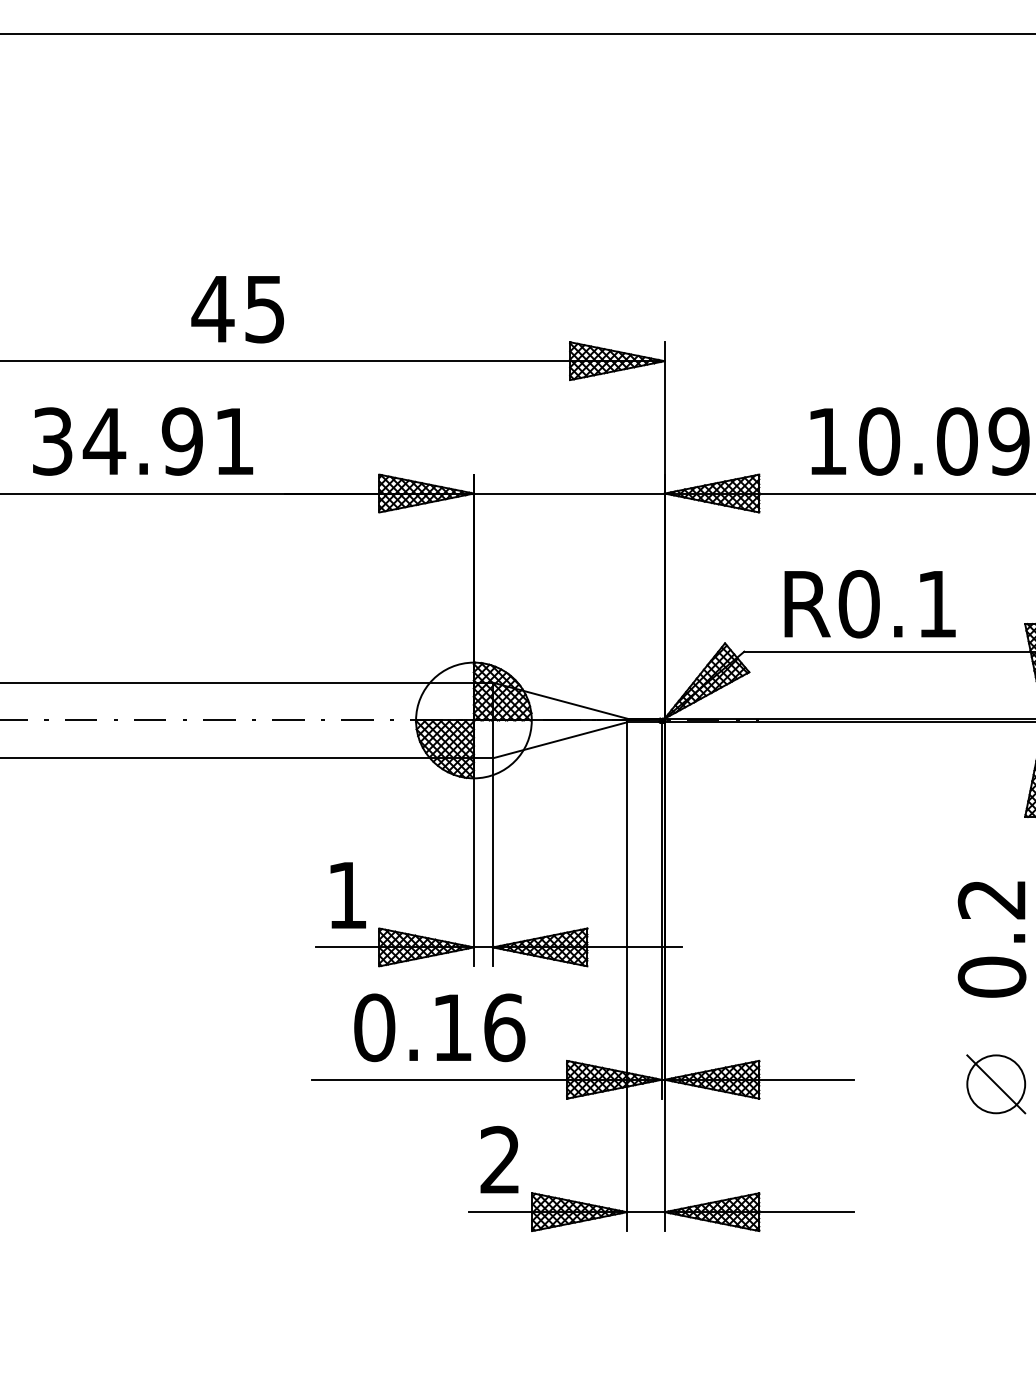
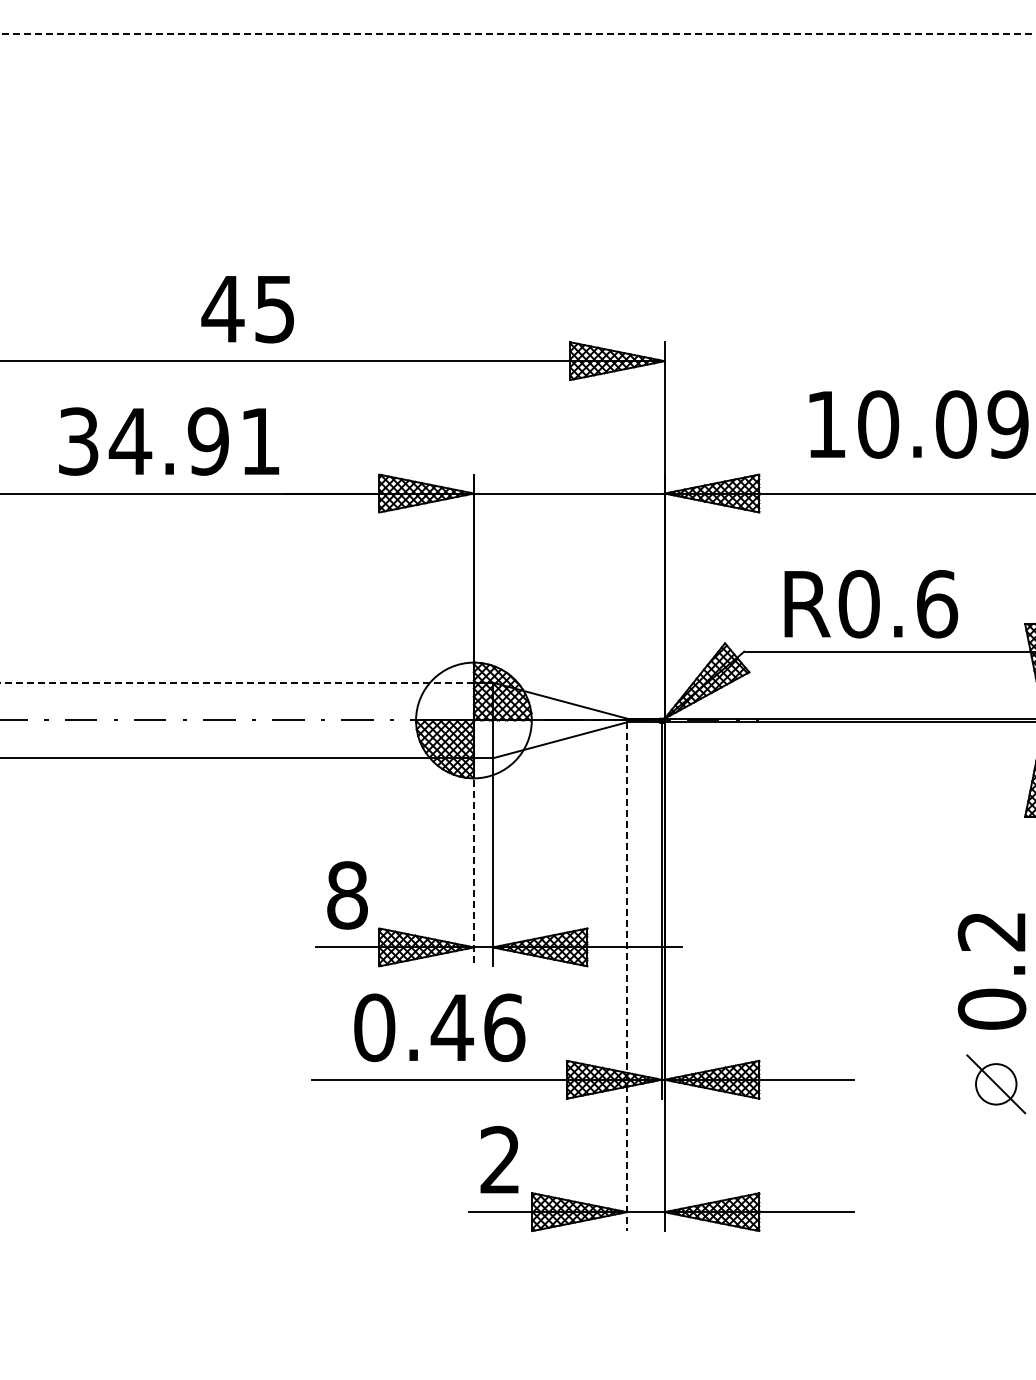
line at (518, 34): solid -> dashed
text at (237, 309) position: (237, 309) -> (247, 309)
text at (143, 441) position: (143, 441) -> (169, 441)
text at (919, 441) position: (919, 441) -> (918, 424)
text at (937, 604): R0.1 -> R0.6
line at (237, 682): solid -> dashed
line at (473, 862): solid -> dashed
text at (347, 895): 1 -> 8
text at (991, 939) position: (991, 939) -> (991, 971)
line at (626, 977): solid -> dashed
text at (451, 1027): 0.16 -> 0.46
circle at (996, 1084) diameter: 58 px -> 41 px
